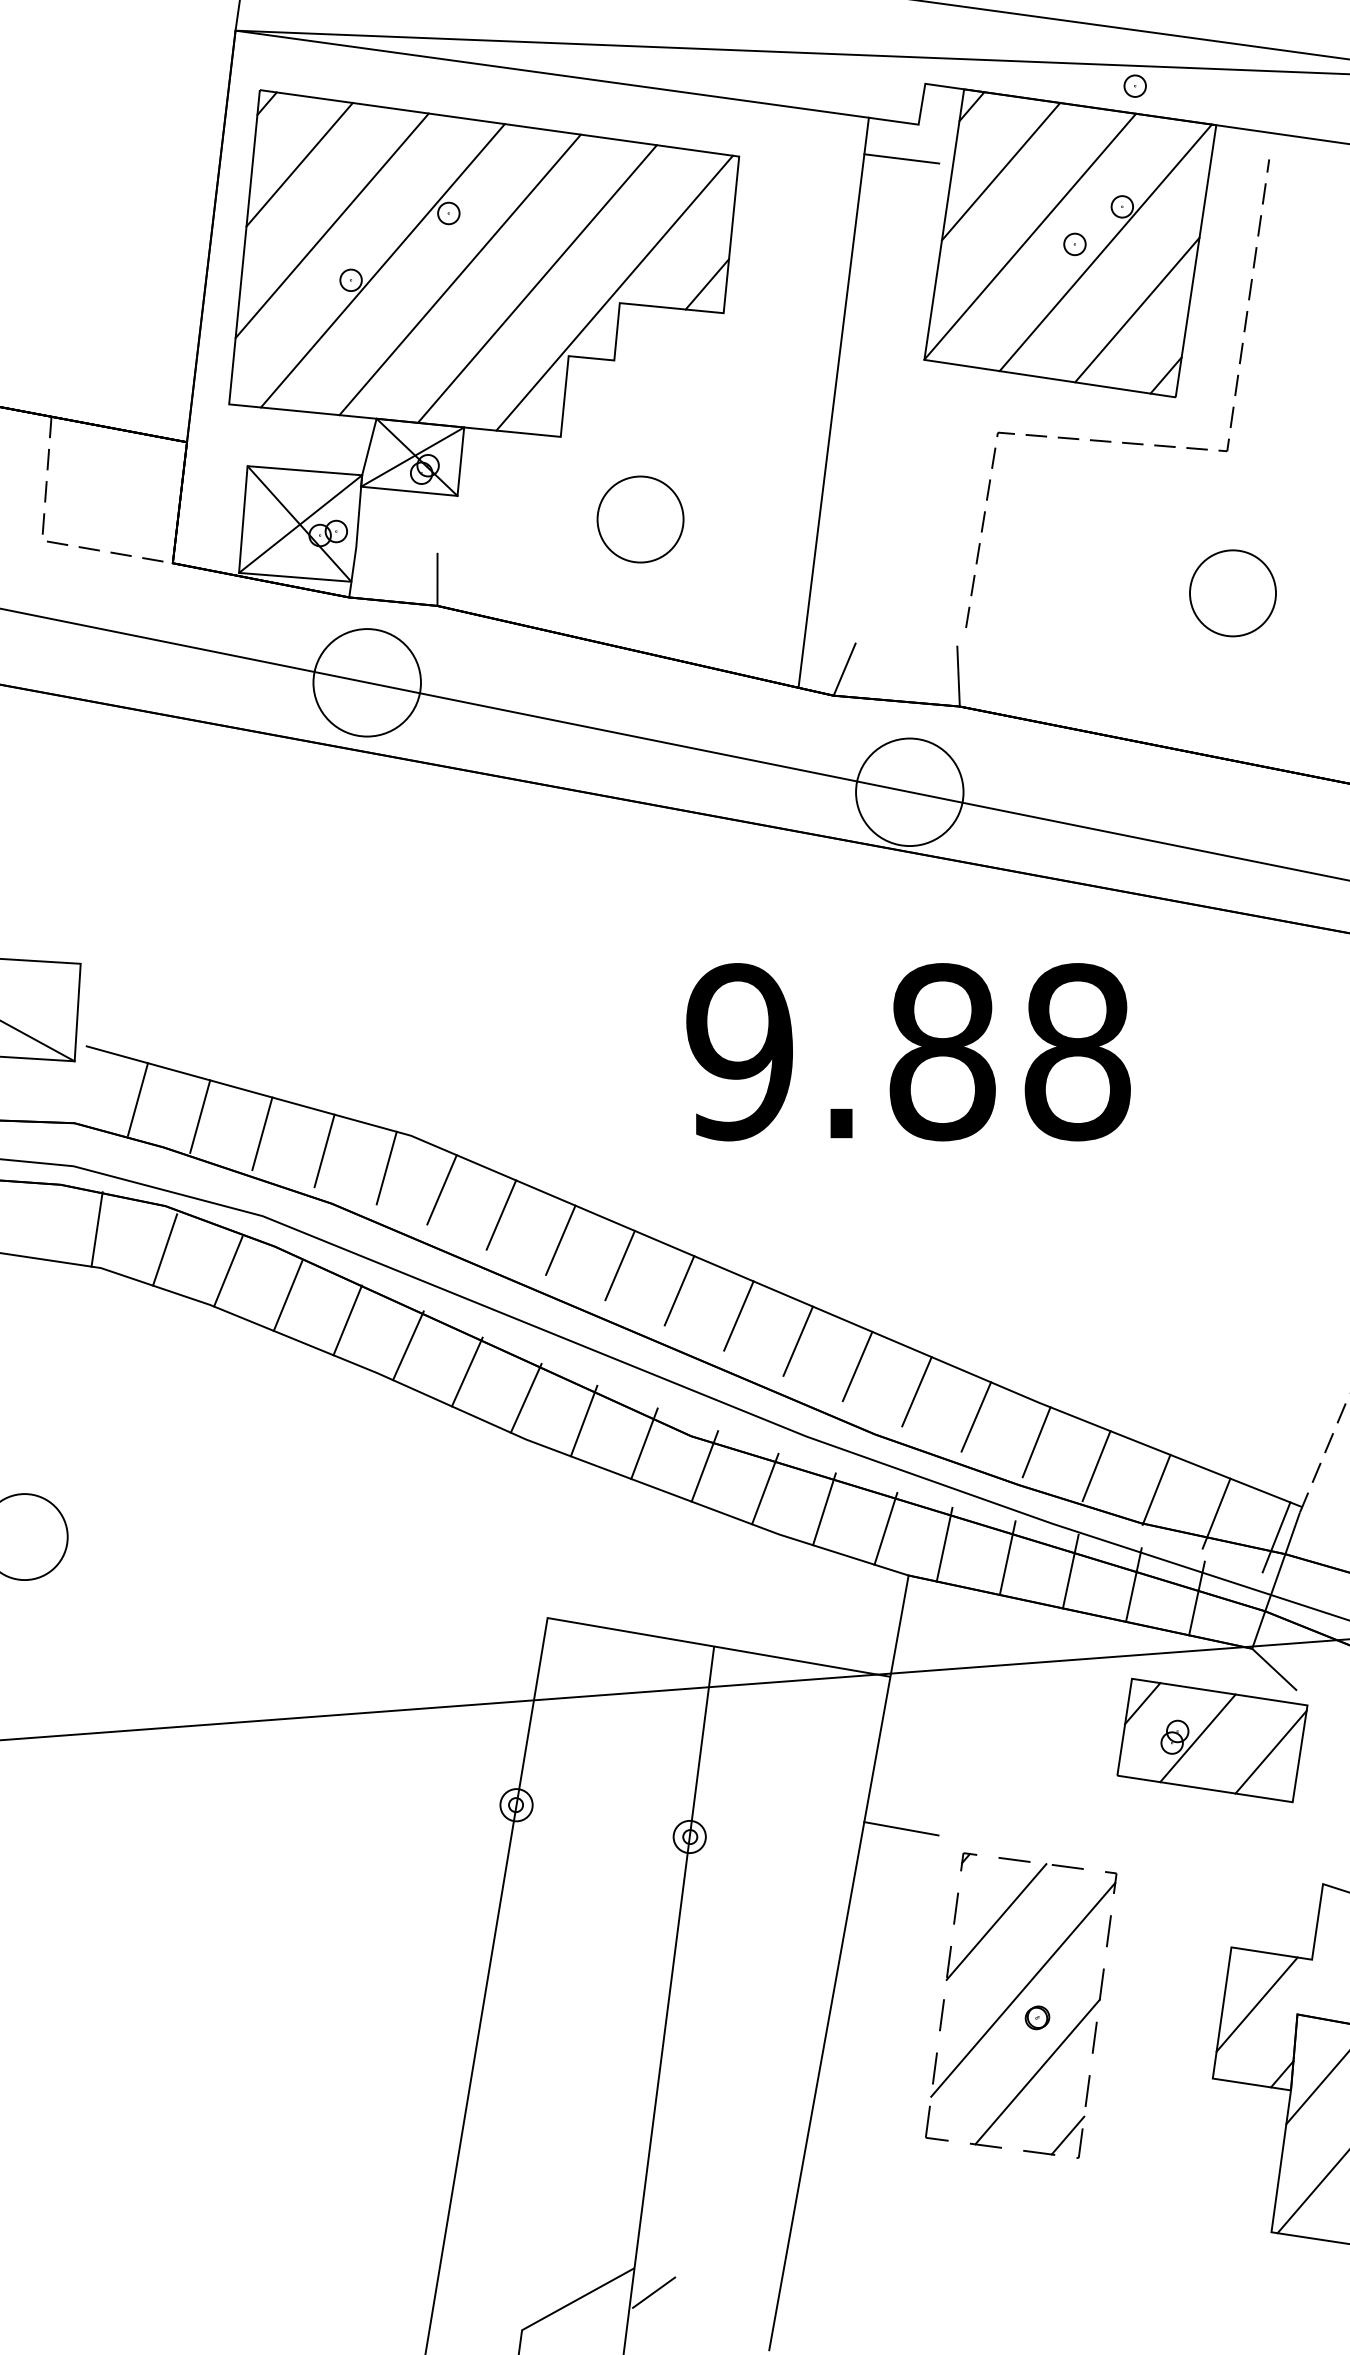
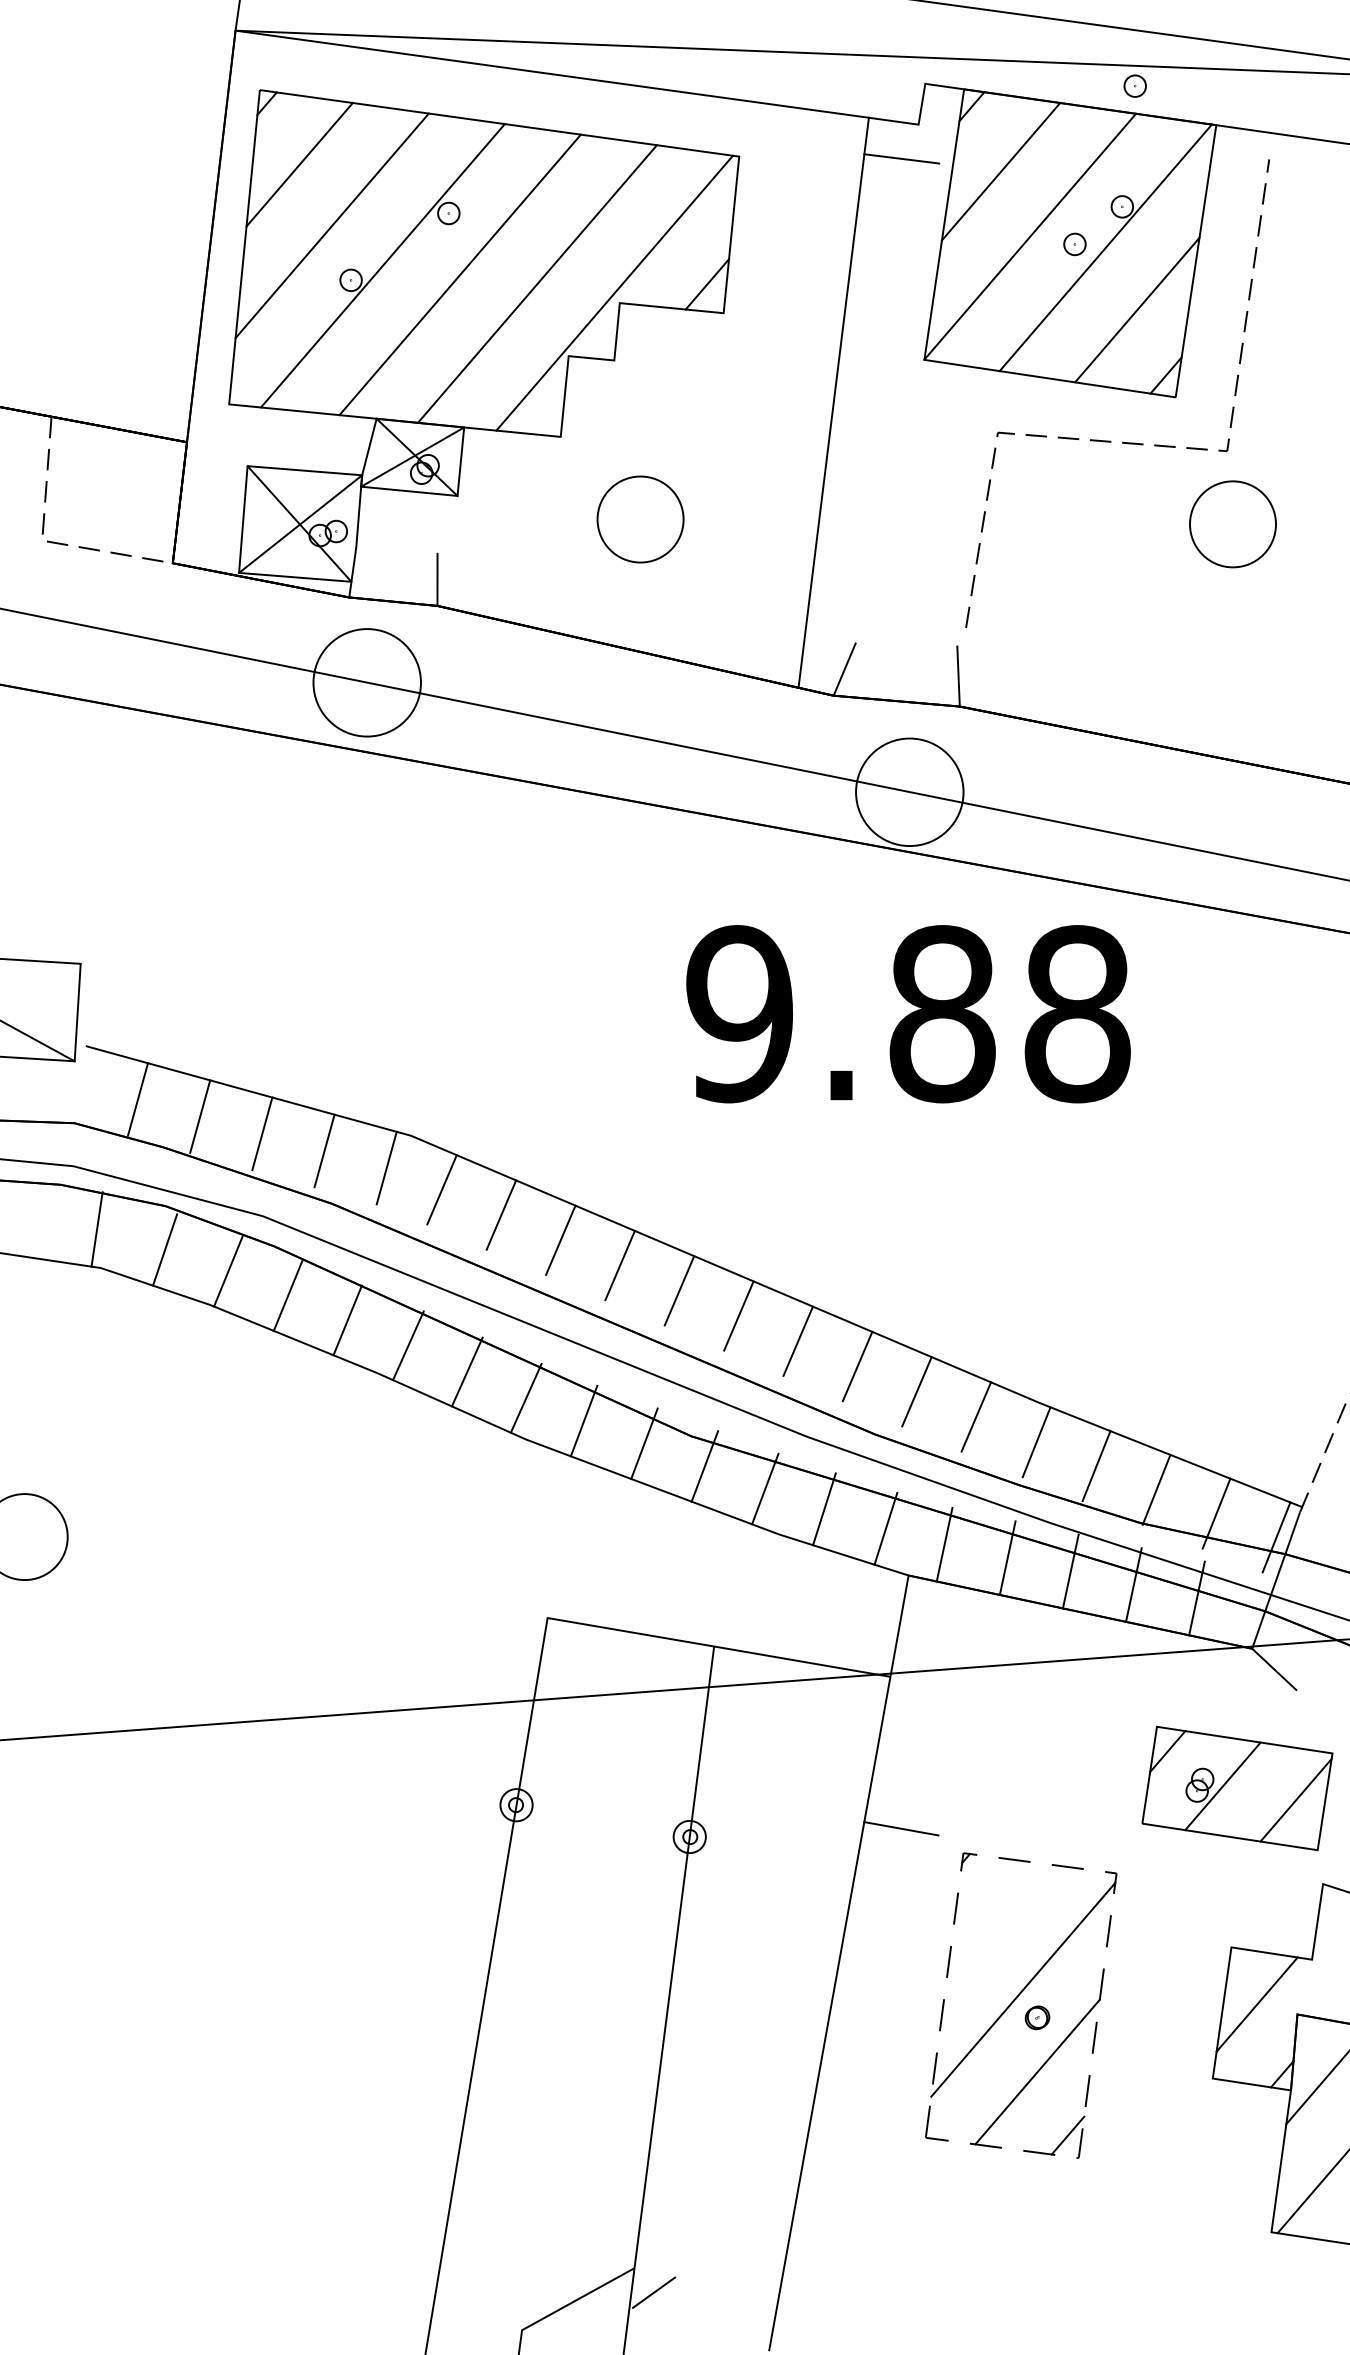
part at (1232, 593) position: (1232, 593) -> (1232, 524)
text at (908, 1052) position: (908, 1052) -> (908, 1014)
part at (1212, 1740) position: (1212, 1740) -> (1237, 1788)
line at (996, 1921): present -> none
